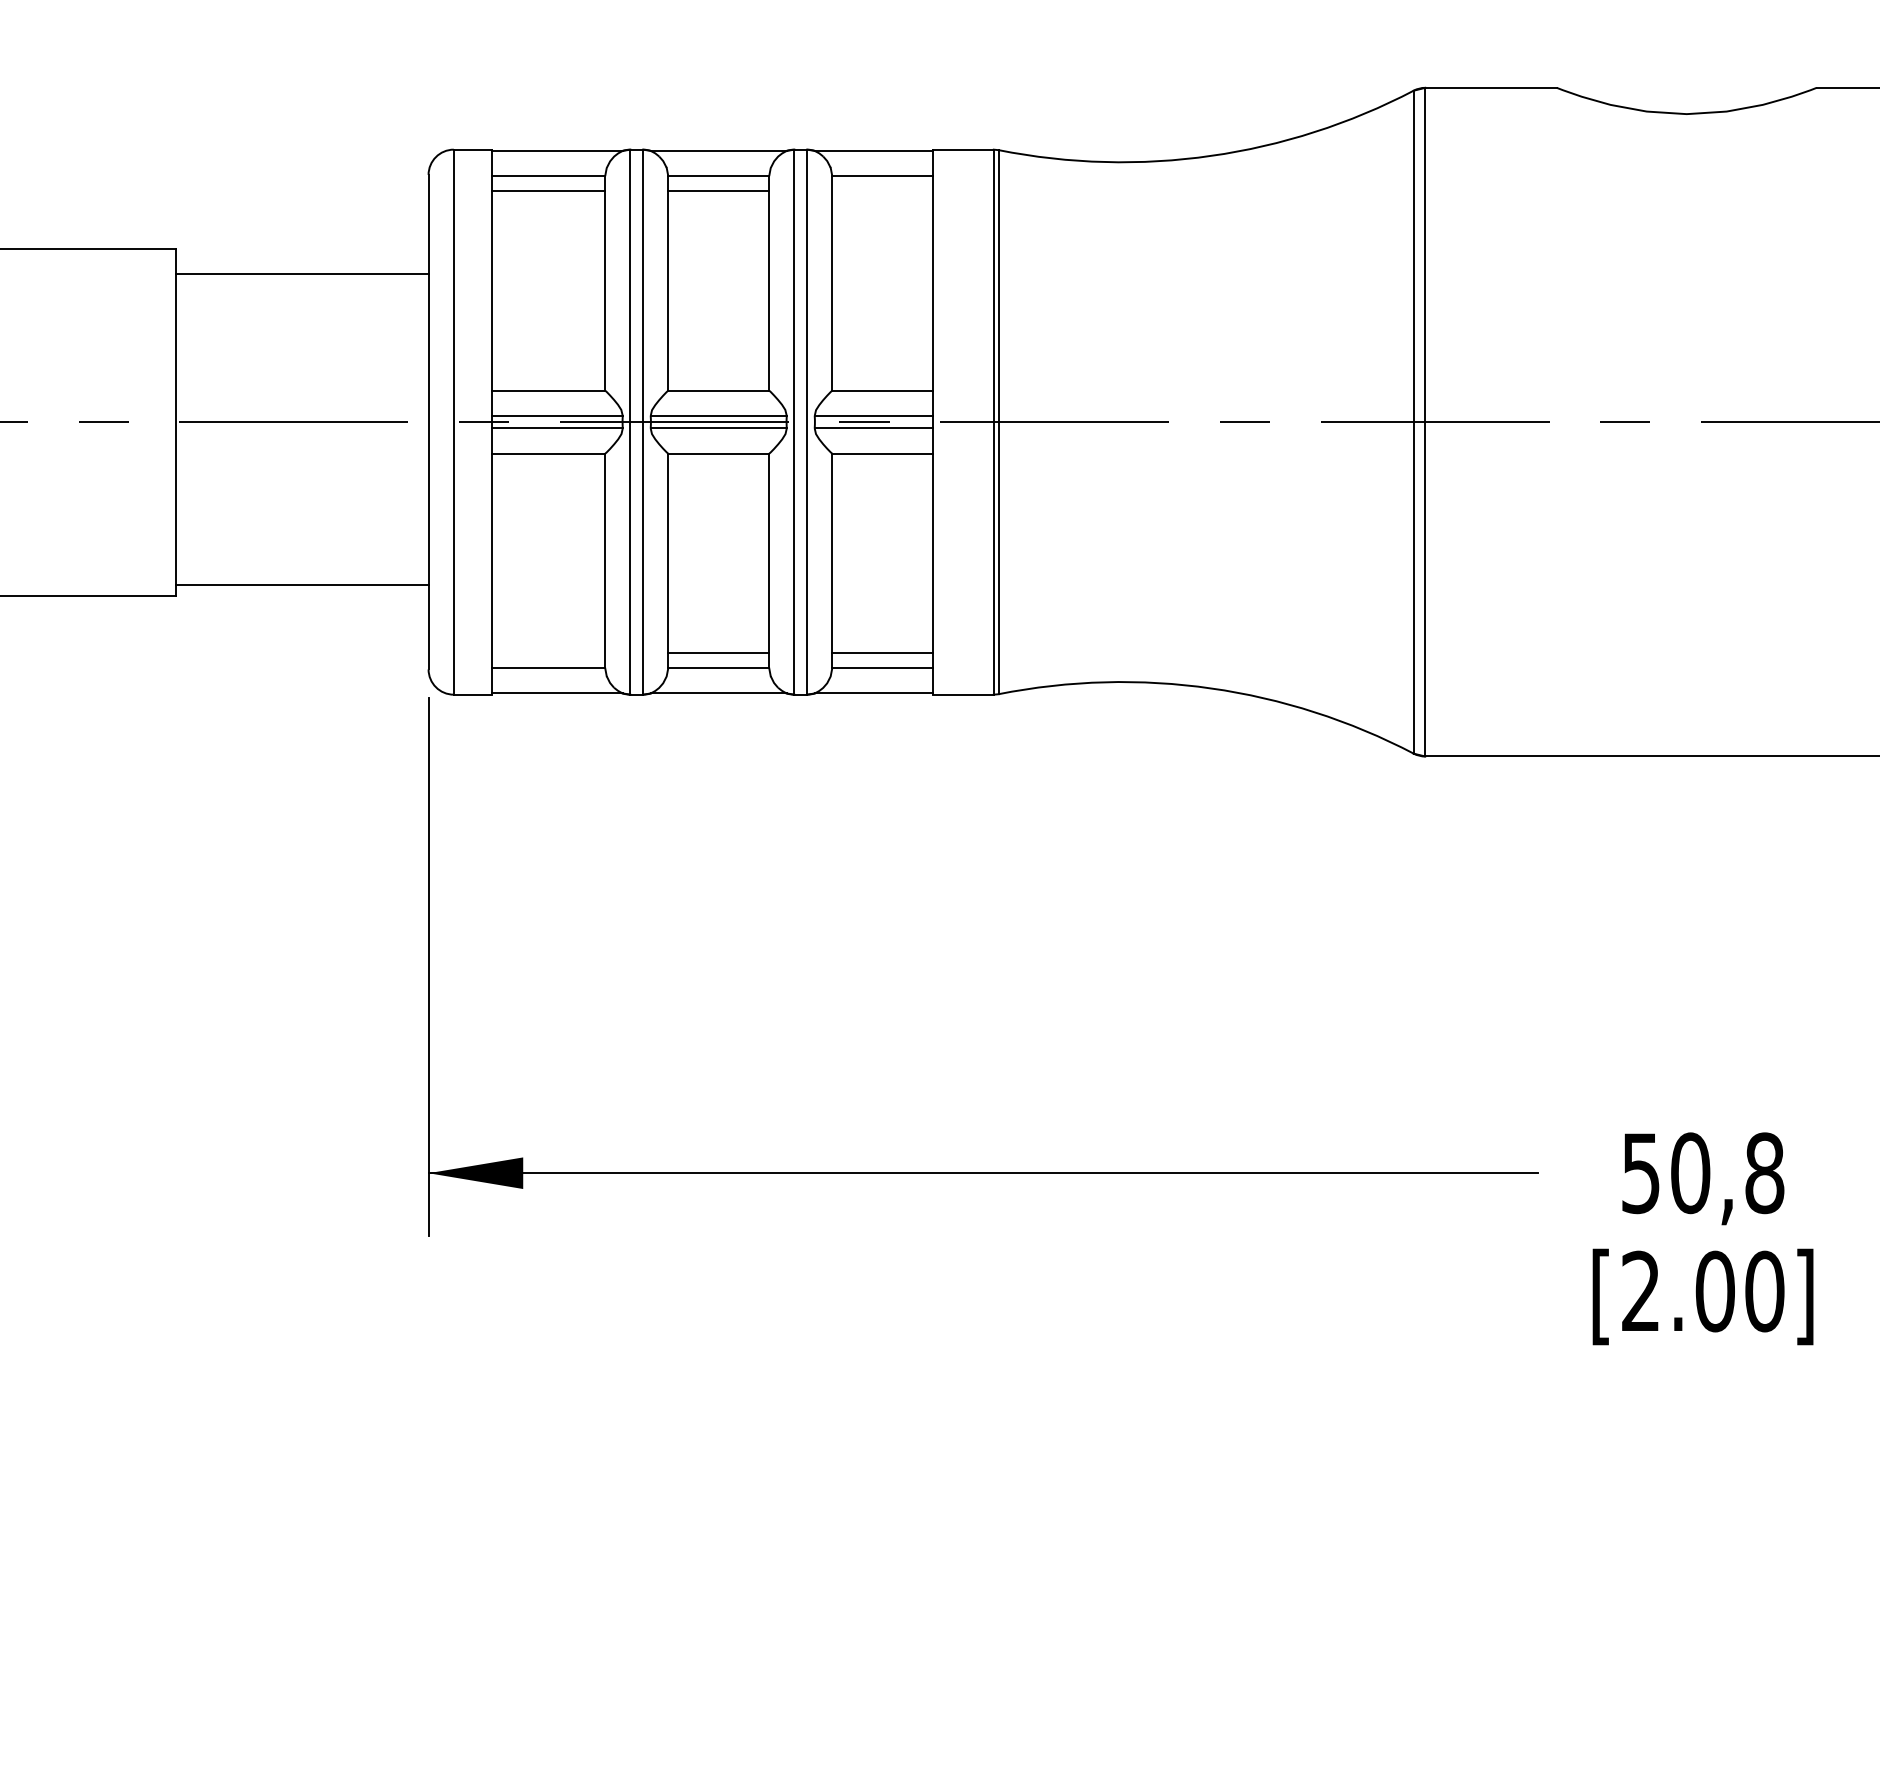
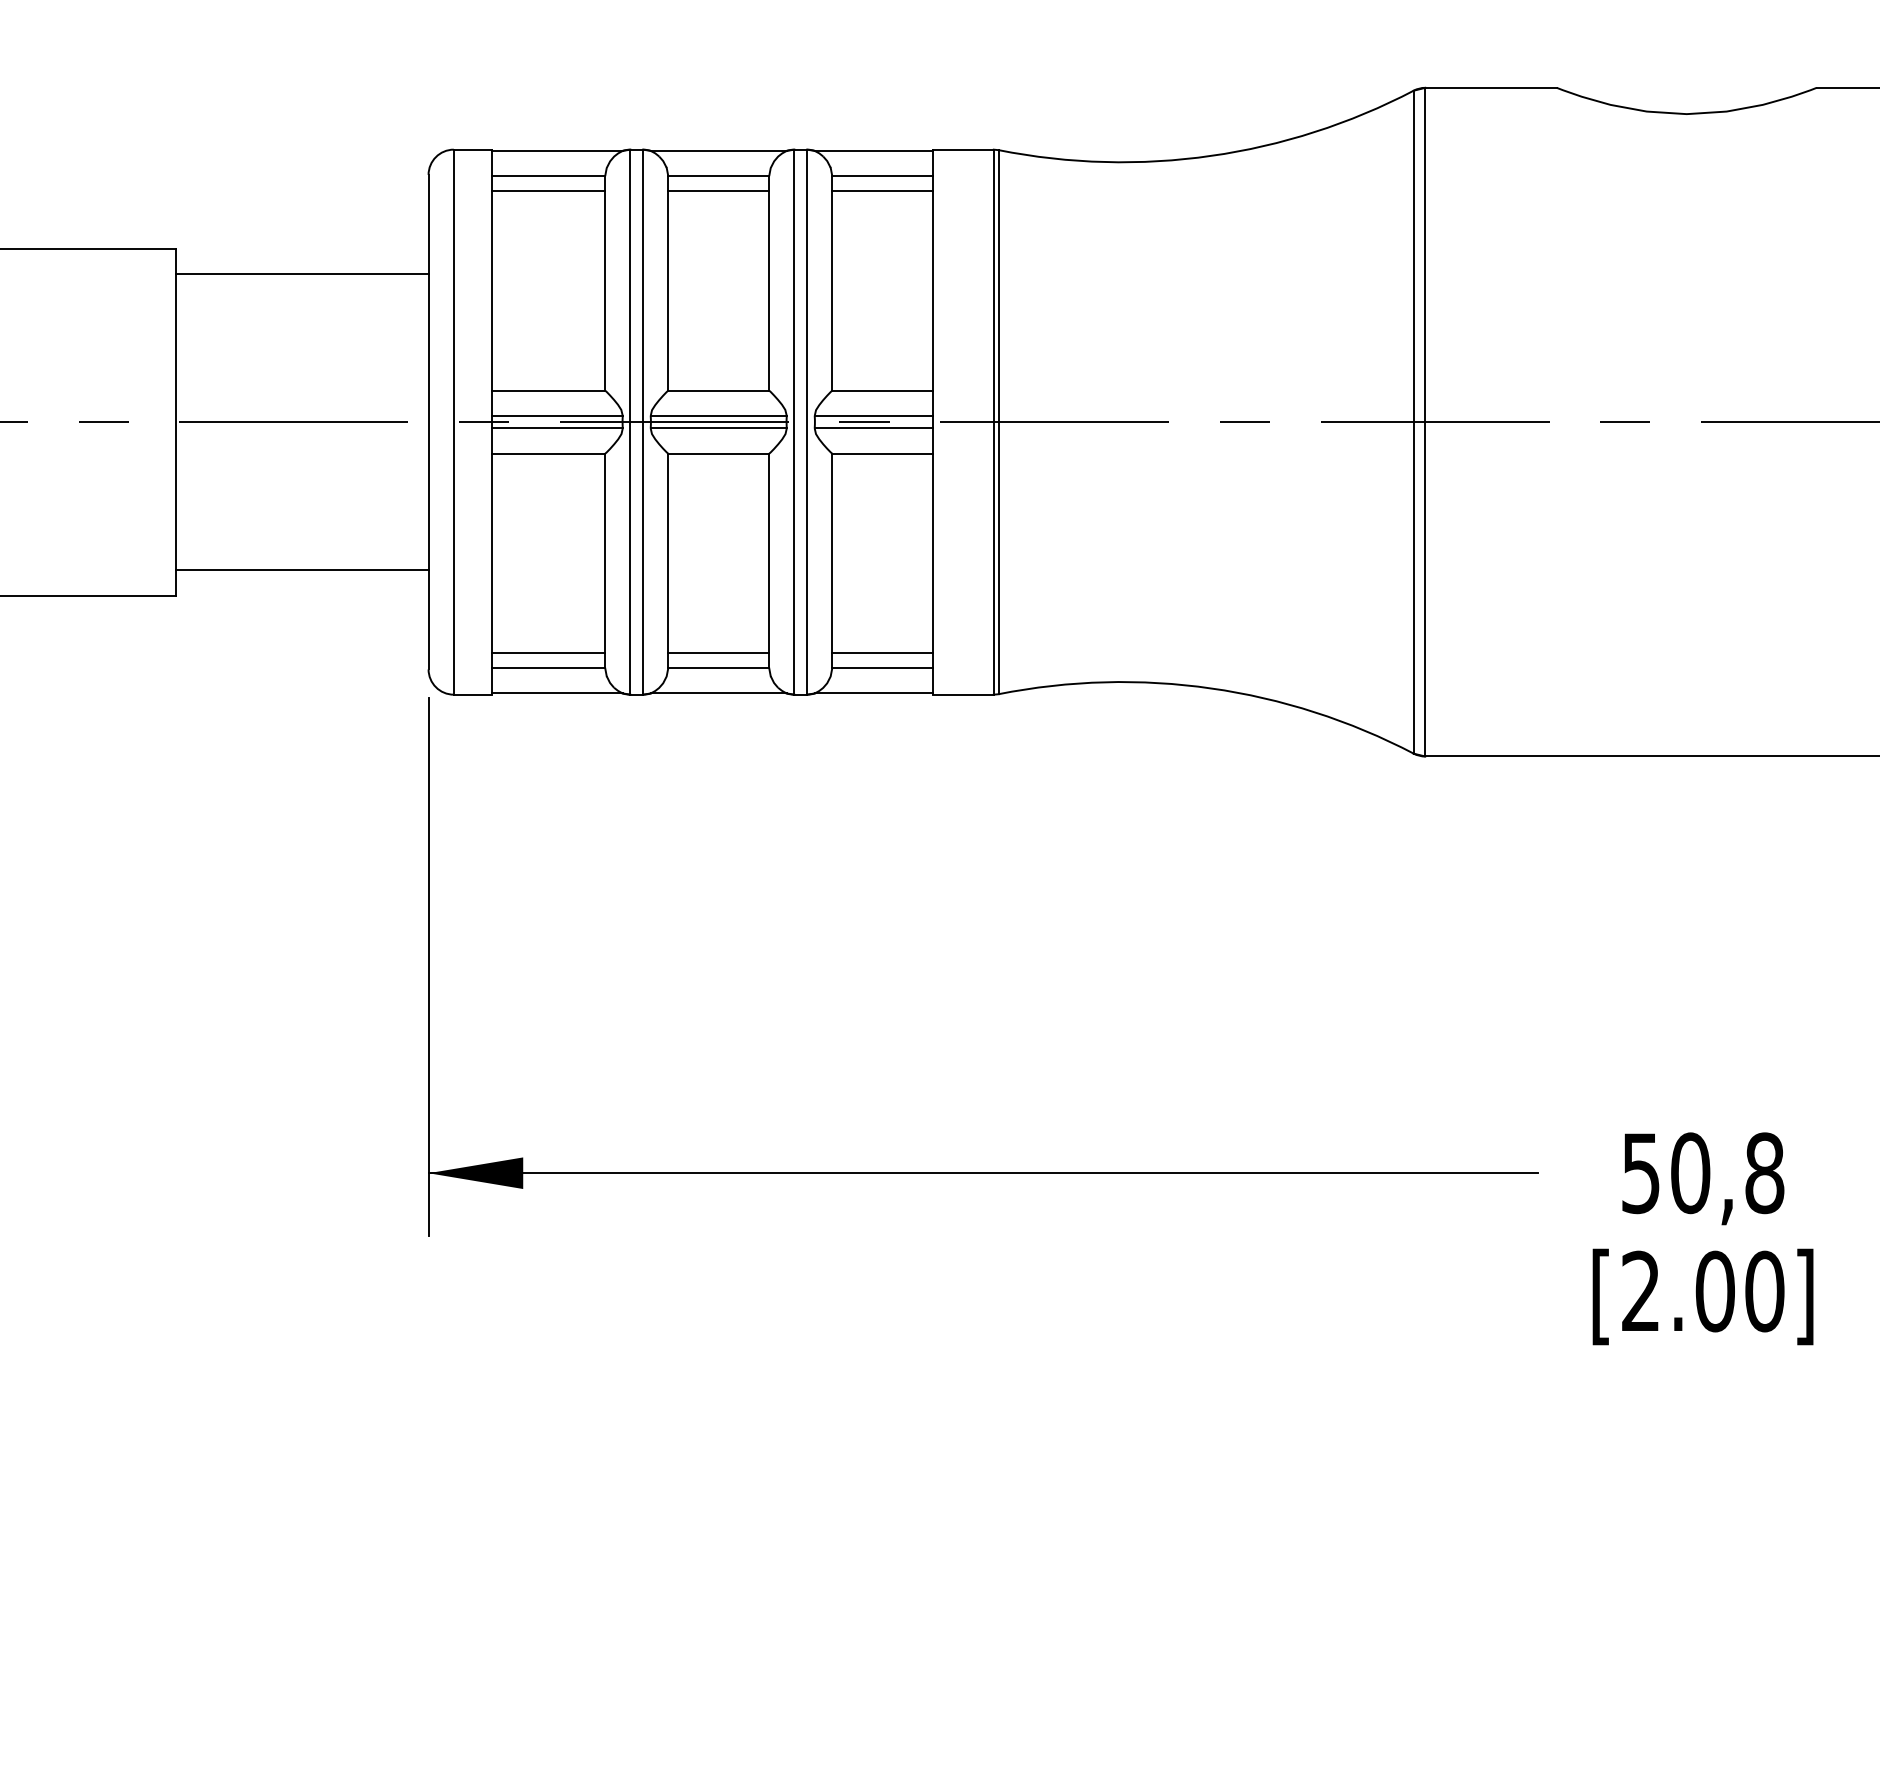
line at (882, 190): none -> present
line at (302, 585) position: (302, 585) -> (302, 570)
line at (548, 653): none -> present
